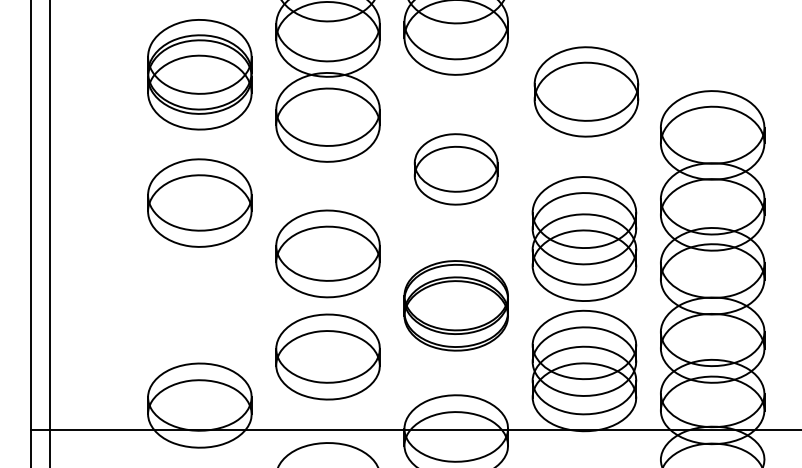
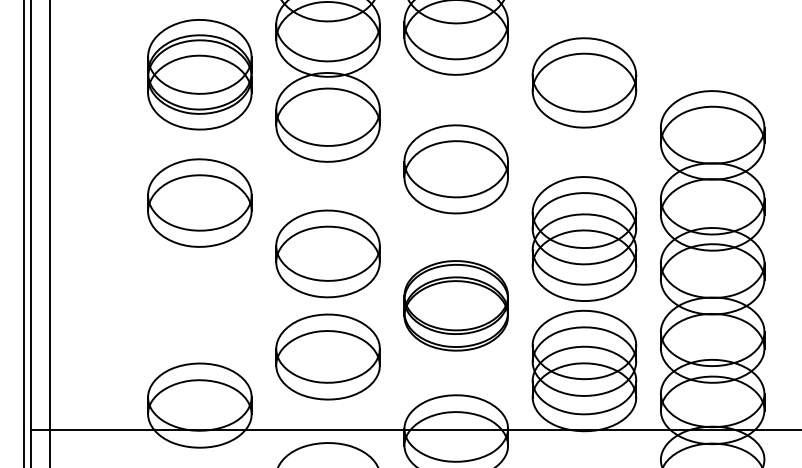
part at (586, 91) position: (586, 91) -> (584, 82)
part at (455, 169) size: 86x73 px -> 106x91 px
line at (24, 233): none -> present
